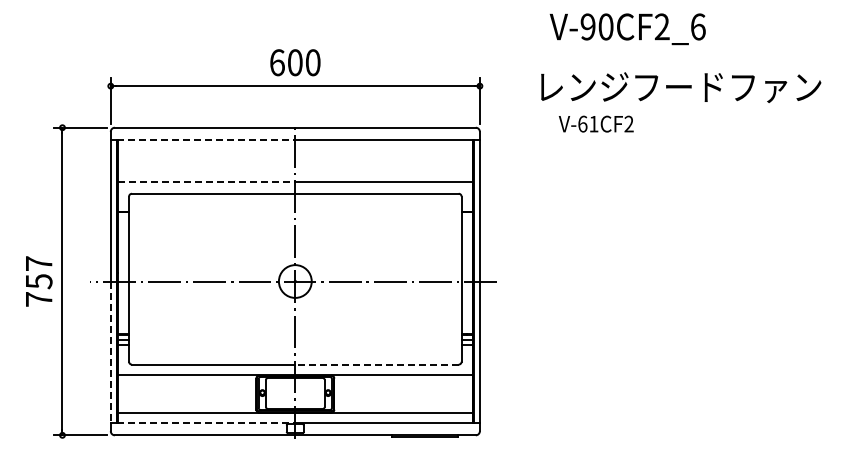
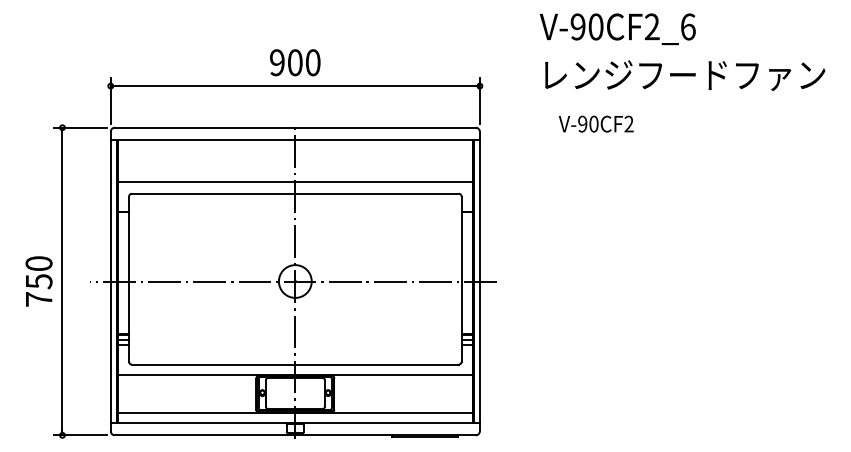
text at (627, 29) position: (627, 29) -> (617, 29)
text at (277, 62): 600 -> 900
text at (681, 87) position: (681, 87) -> (685, 75)
text at (588, 123): V-61CF2 -> V-90CF2
line at (206, 140): dashed -> solid
line at (206, 181): dashed -> solid
text at (38, 263): 757 -> 750
line at (110, 352): dashed -> solid
line at (377, 364): dashed -> solid
line at (206, 423): dashed -> solid
